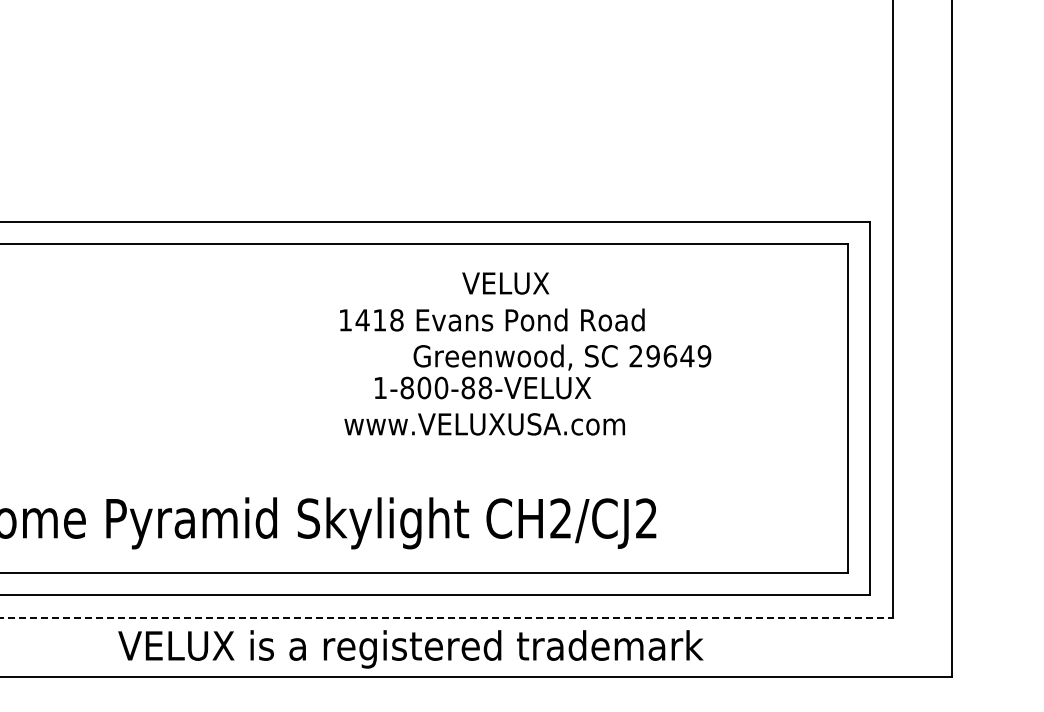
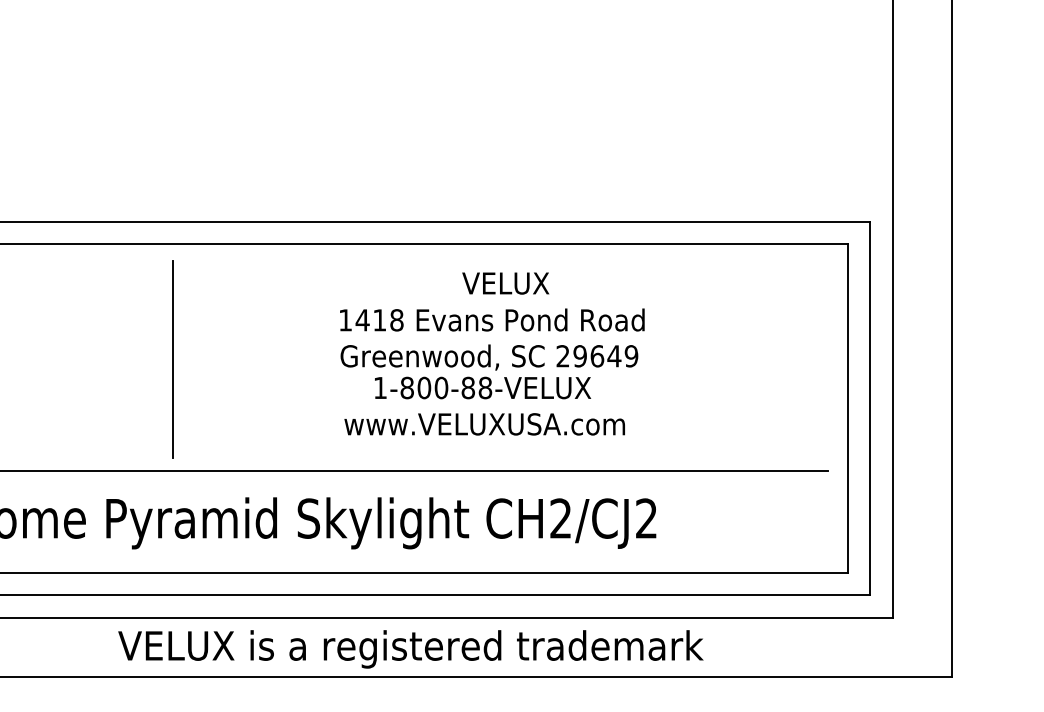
text at (562, 357) position: (562, 357) -> (489, 357)
line at (172, 358): none -> present
line at (415, 470): none -> present
line at (447, 618): dashed -> solid
